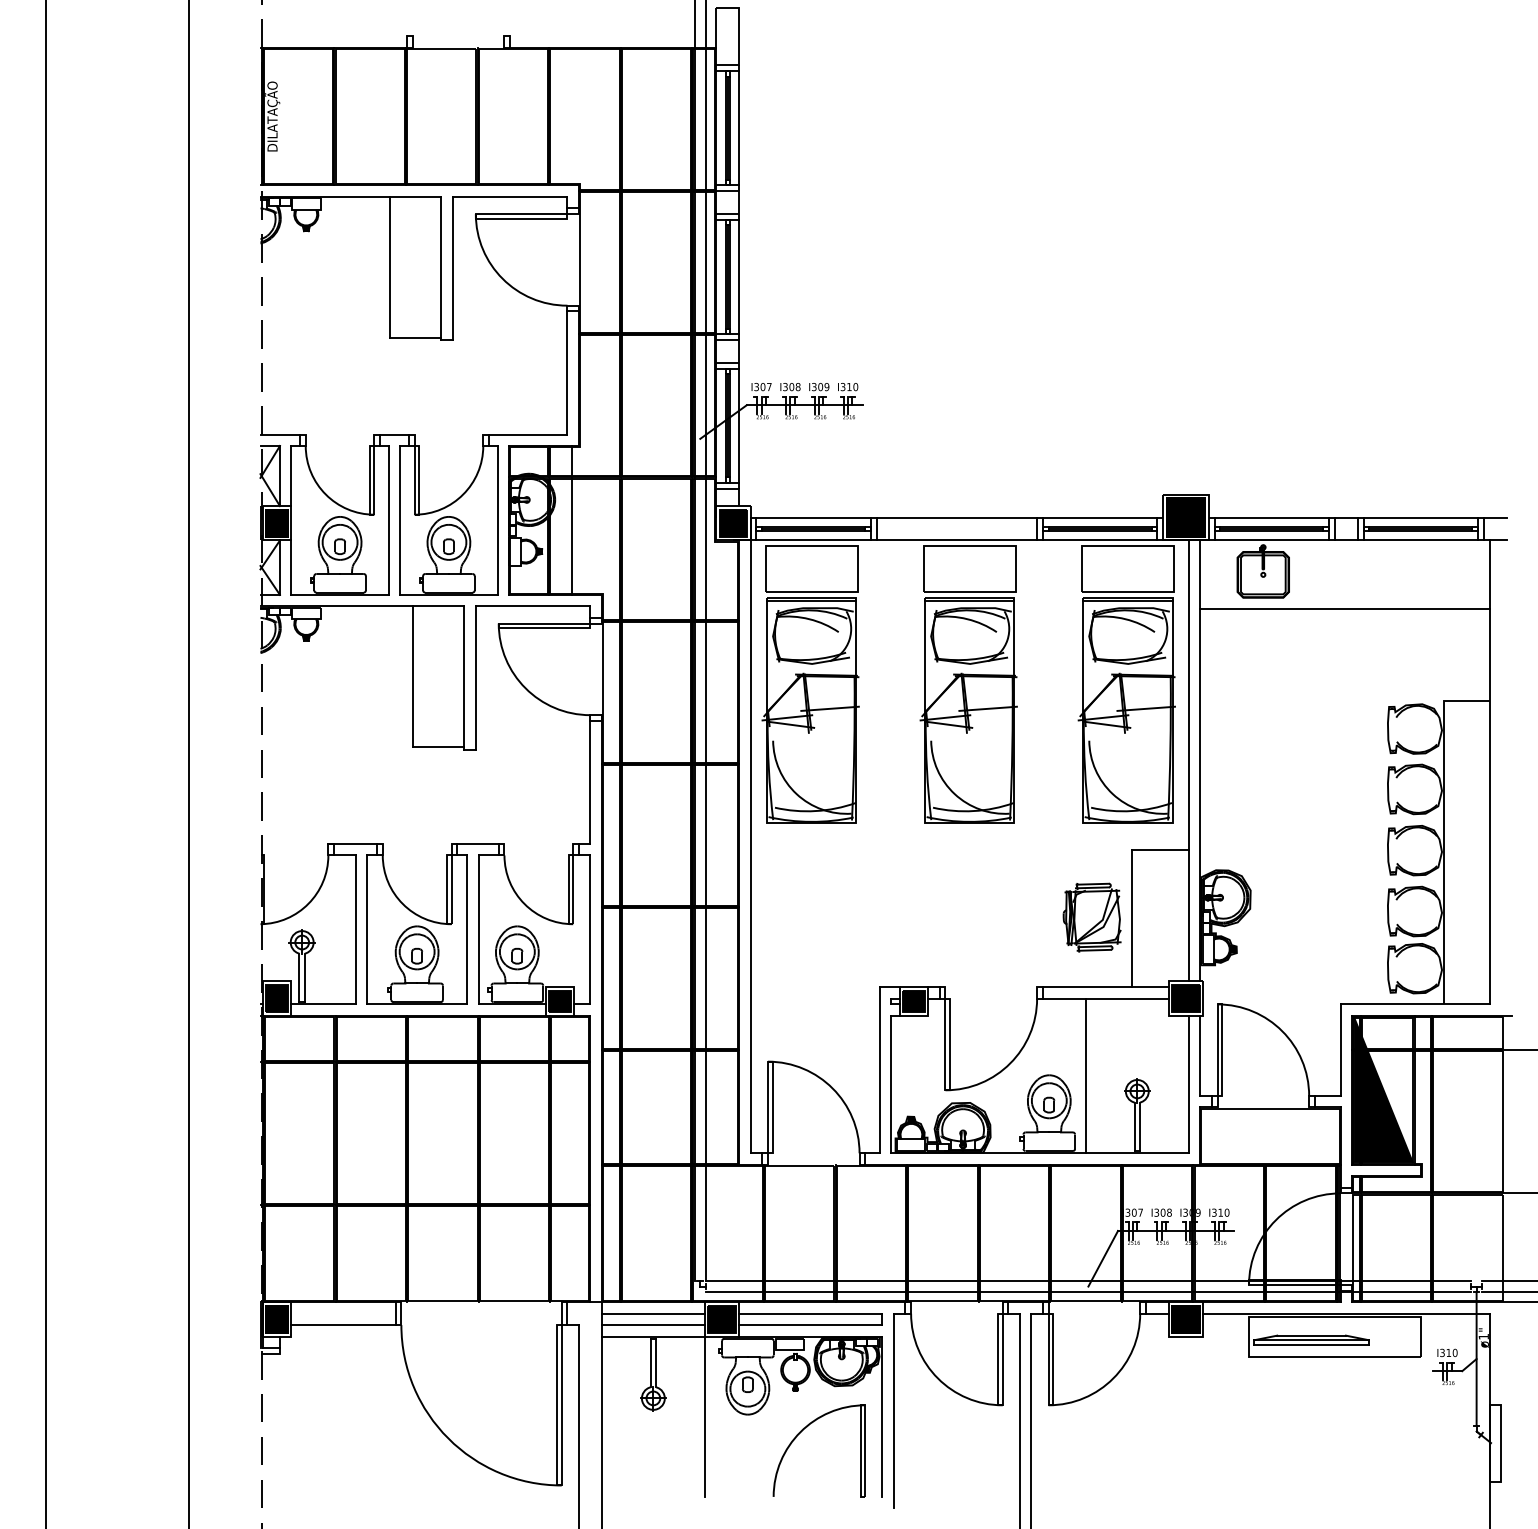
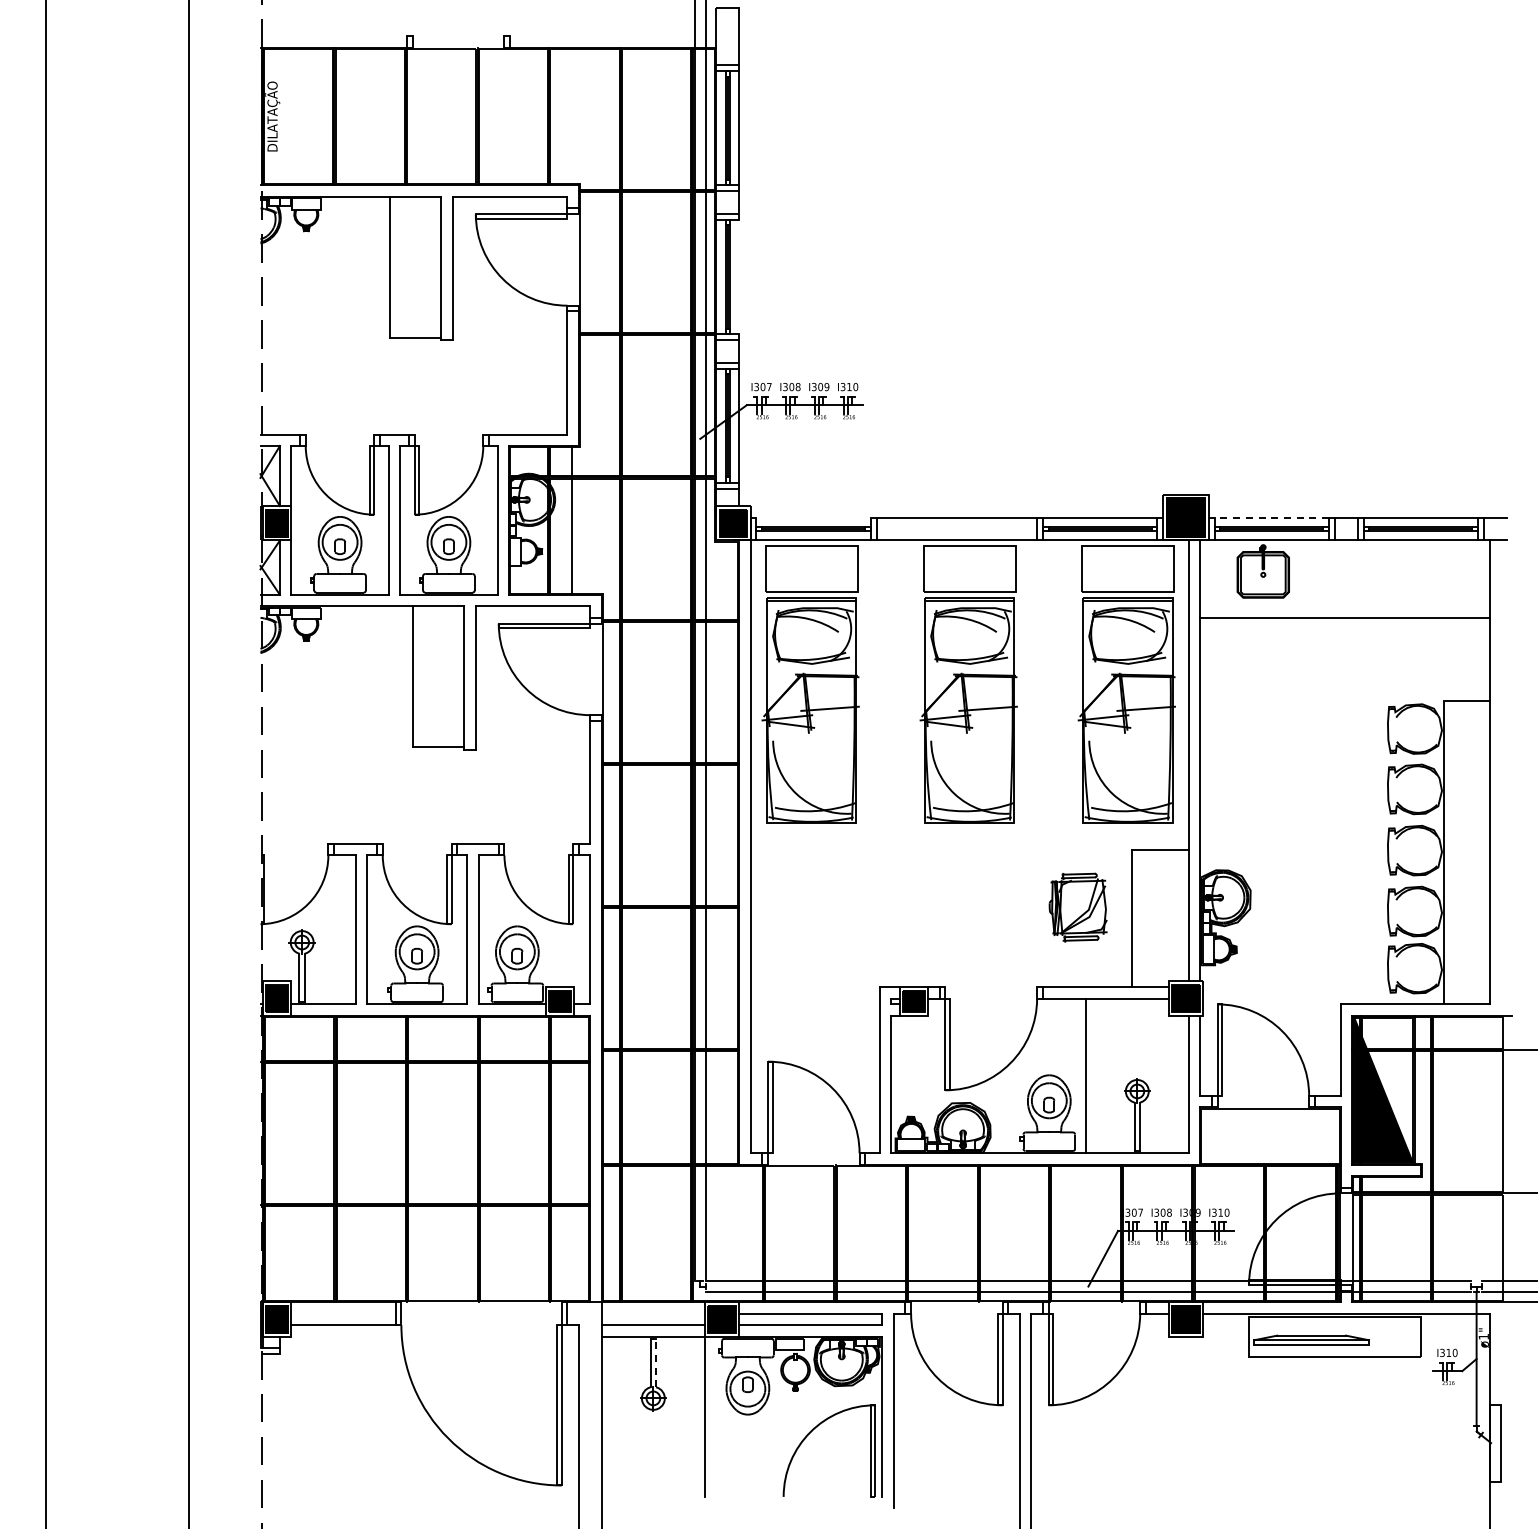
line at (739, 276): present -> none
line at (813, 517): present -> none
line at (1271, 517): solid -> dashed
line at (1344, 609) position: (1344, 609) -> (1344, 618)
part at (1091, 917) position: (1091, 917) -> (1077, 907)
line at (652, 1313): present -> none
line at (656, 1362): solid -> dashed
part at (801, 1432) position: (801, 1432) -> (811, 1432)
